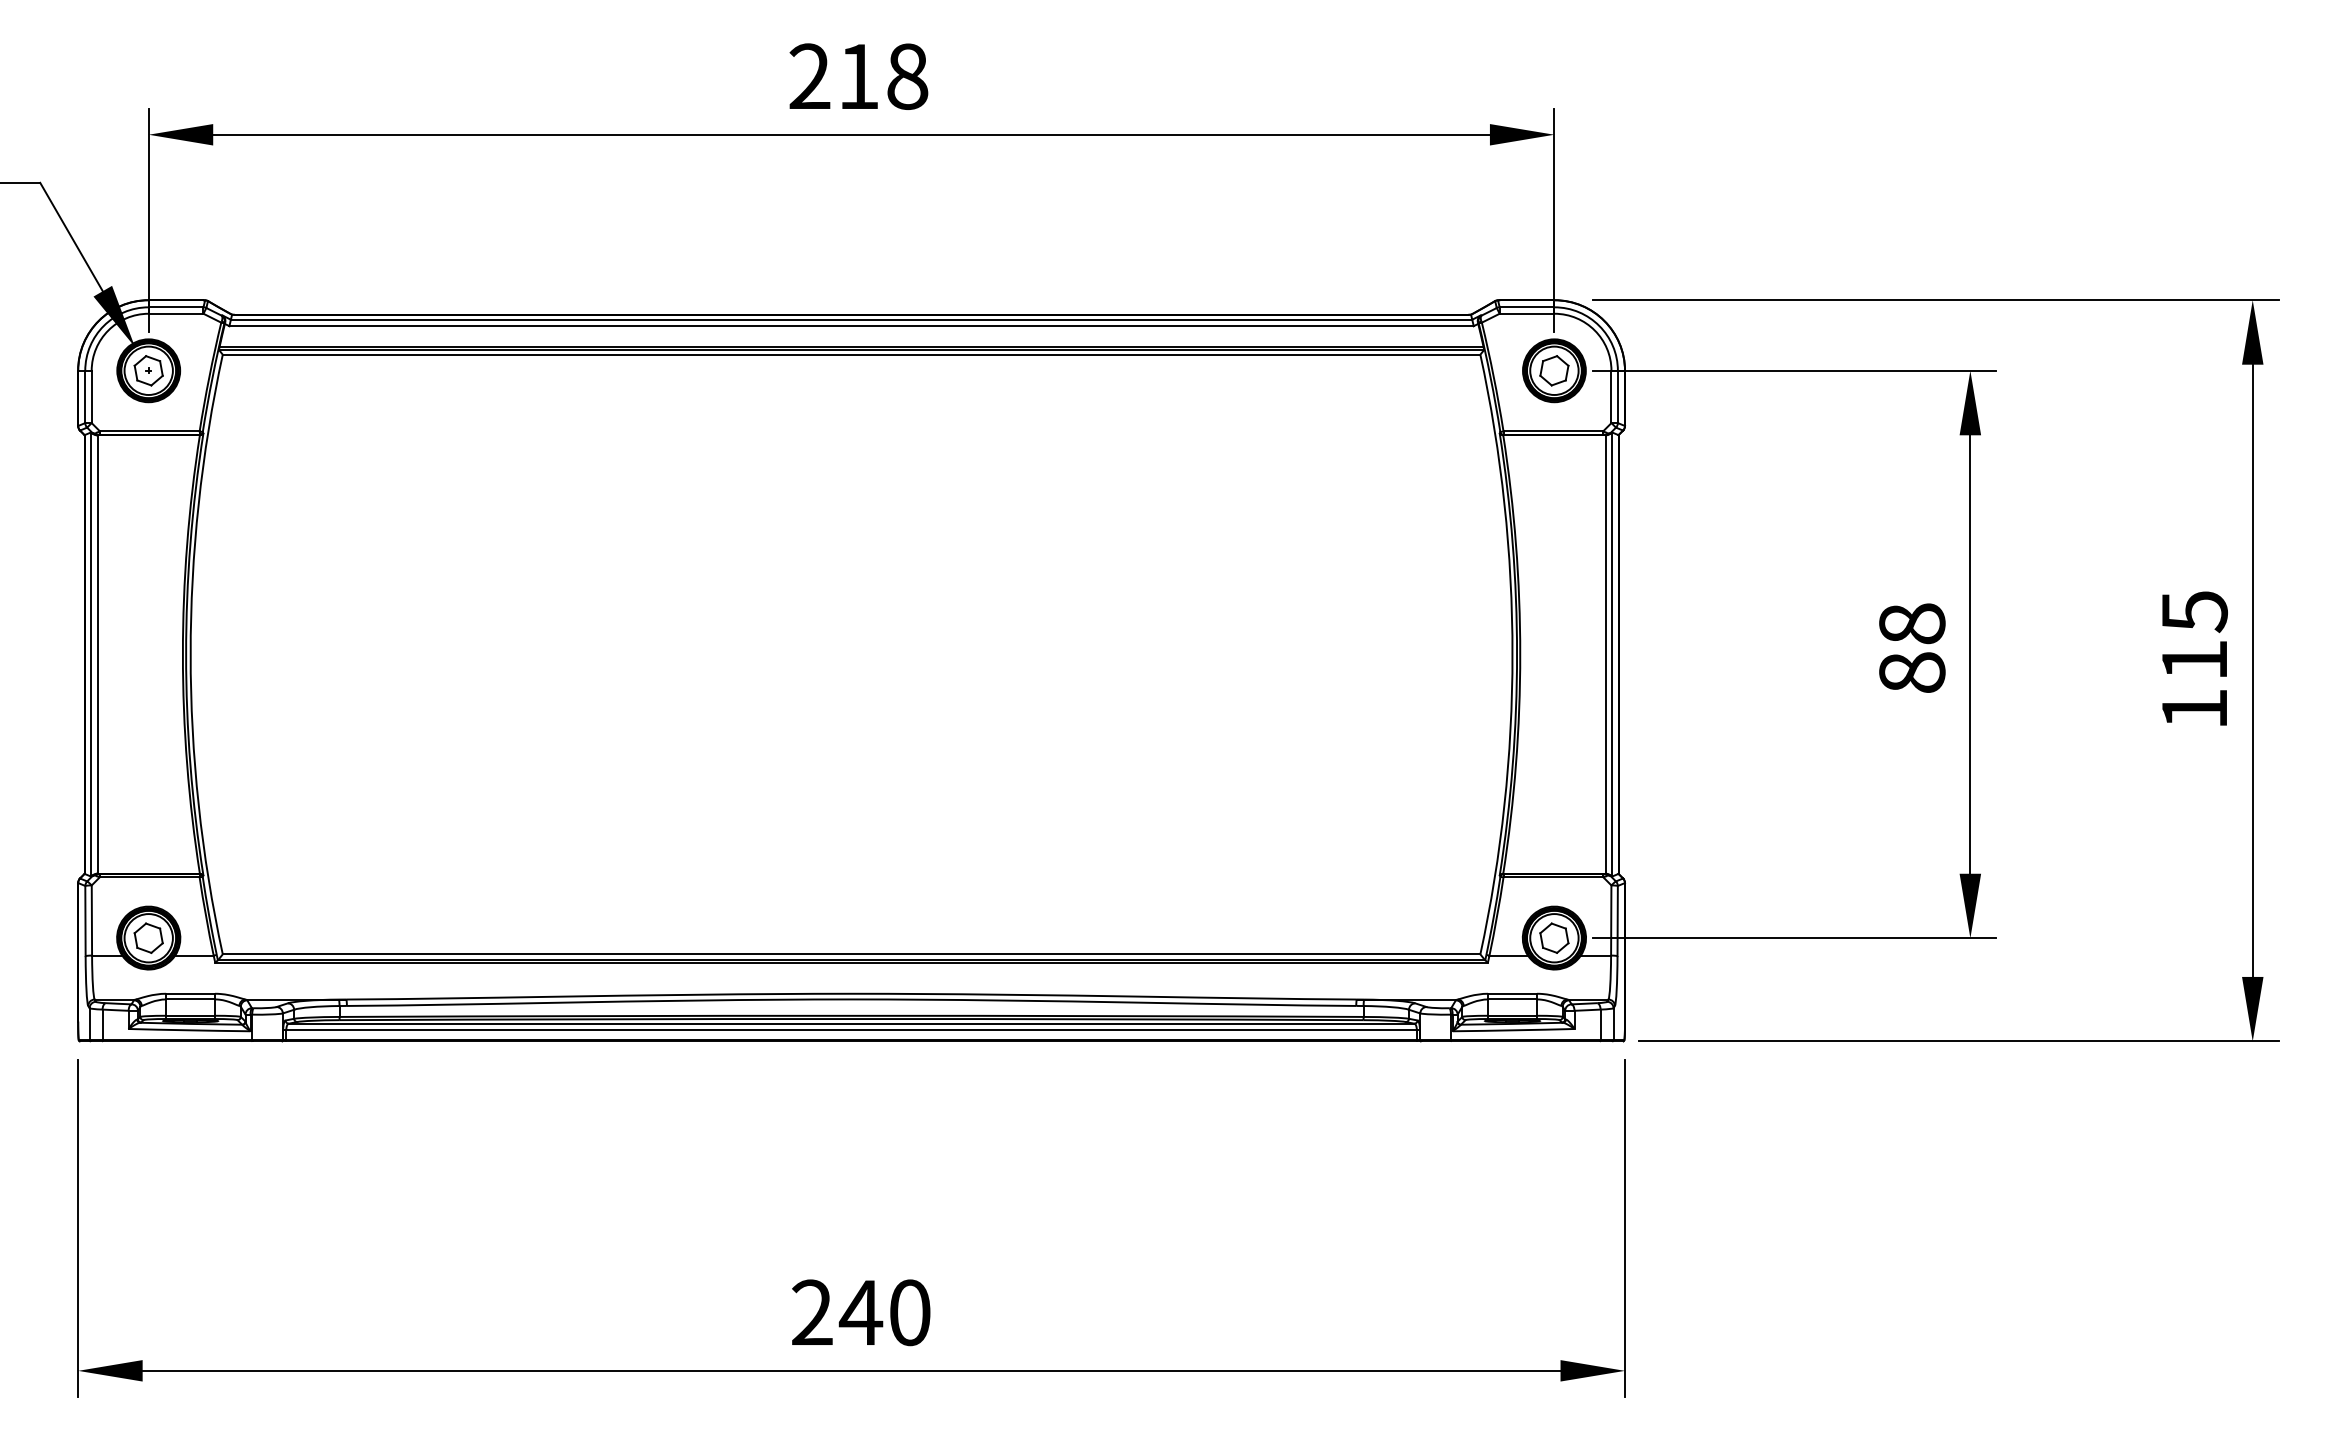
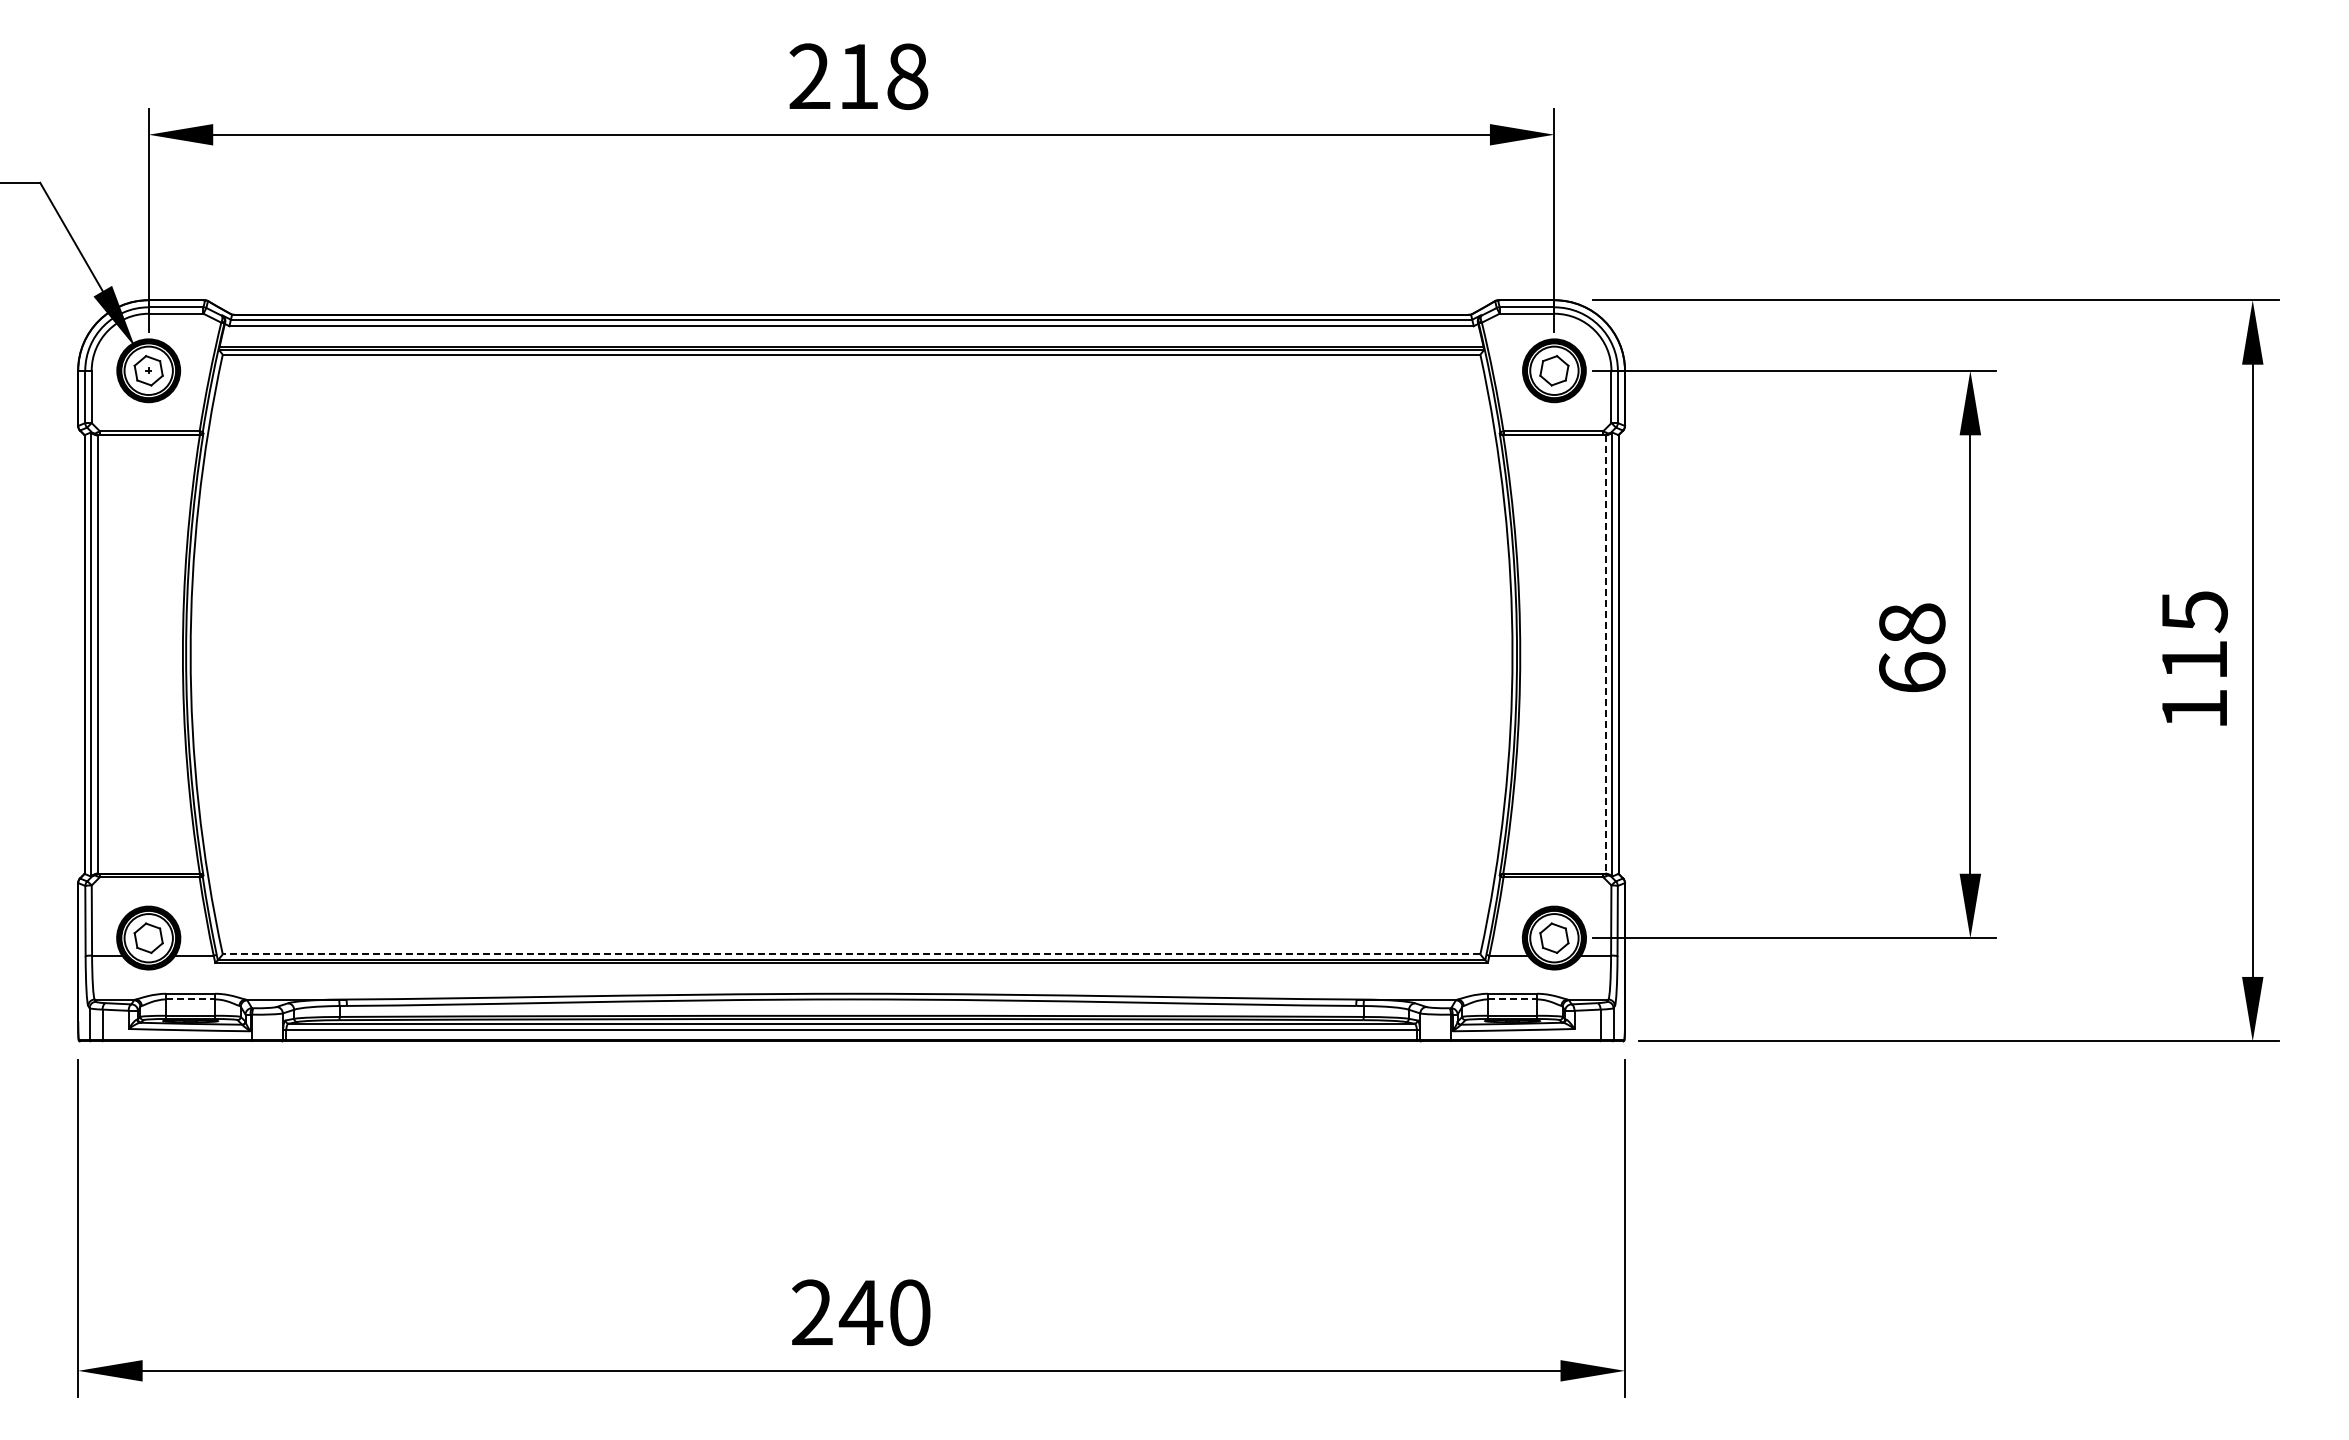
line at (1605, 655): solid -> dashed
text at (1912, 672): 88 -> 68
line at (851, 954): solid -> dashed
line at (191, 999): solid -> dashed
line at (1513, 999): solid -> dashed
